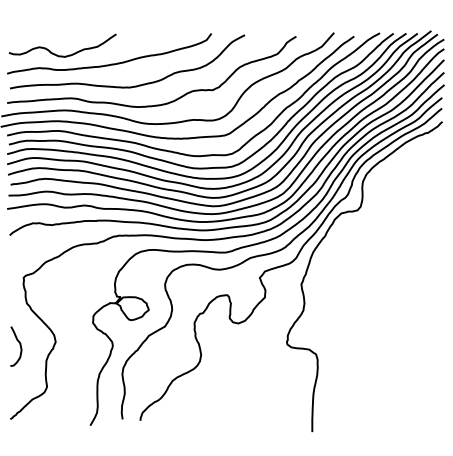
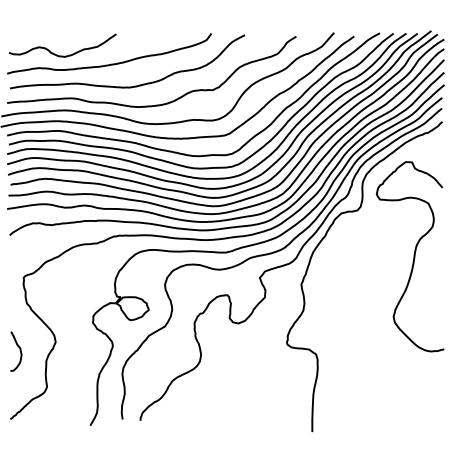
curve at (413, 256): none -> present
curve at (19, 345) position: (19, 345) -> (19, 350)
